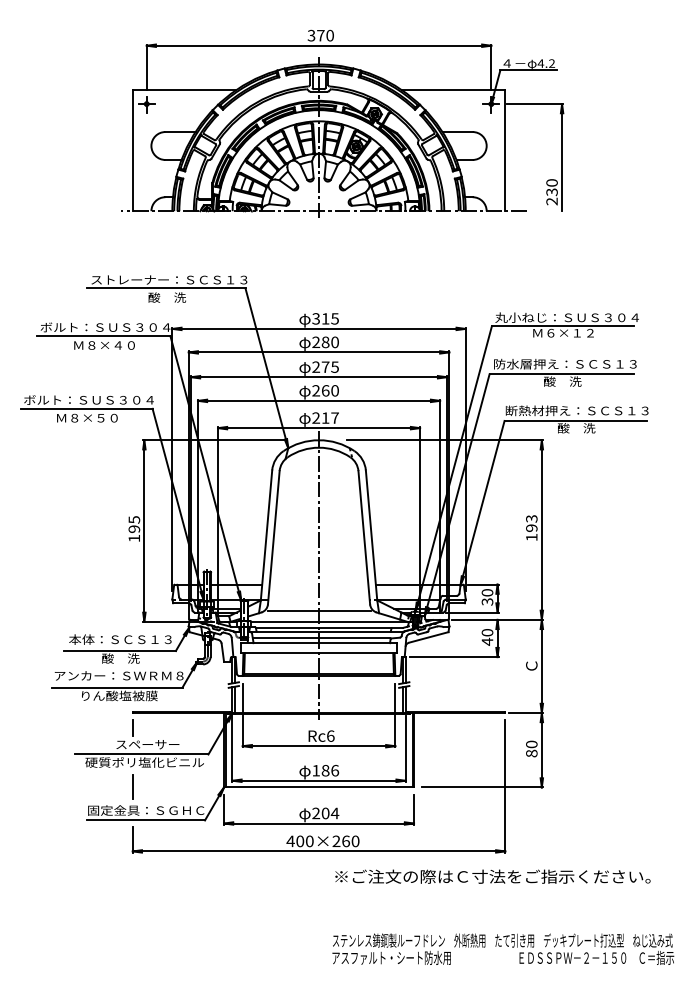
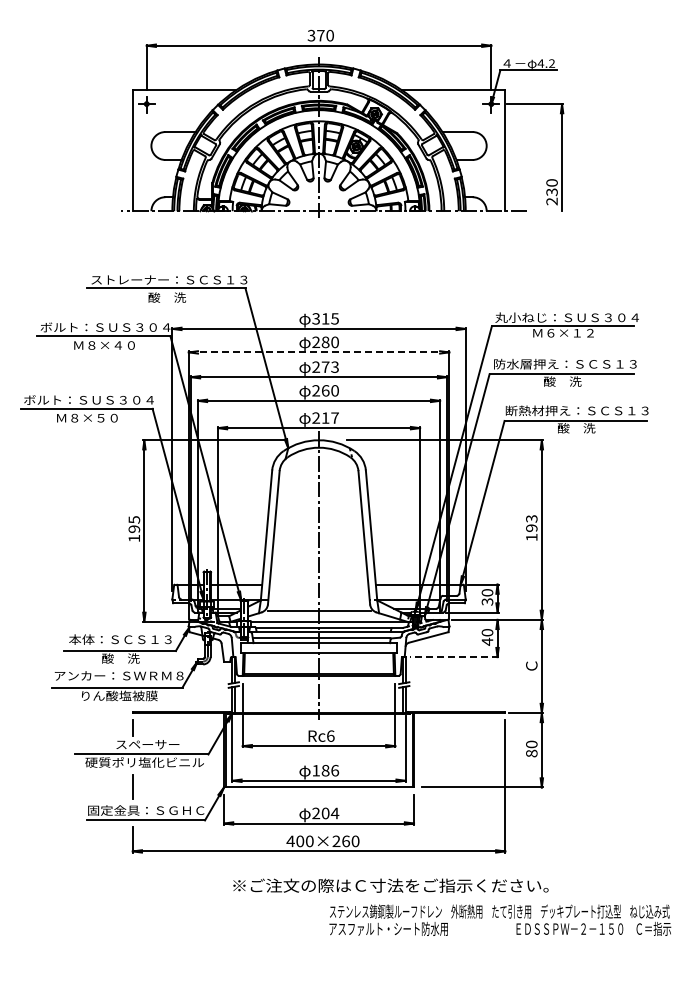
line at (319, 352): solid -> dashed
text at (334, 366): 275 -> 273
line at (454, 657): solid -> dashed
text at (492, 876) position: (492, 876) -> (390, 885)
text at (503, 948) position: (503, 948) -> (500, 919)
